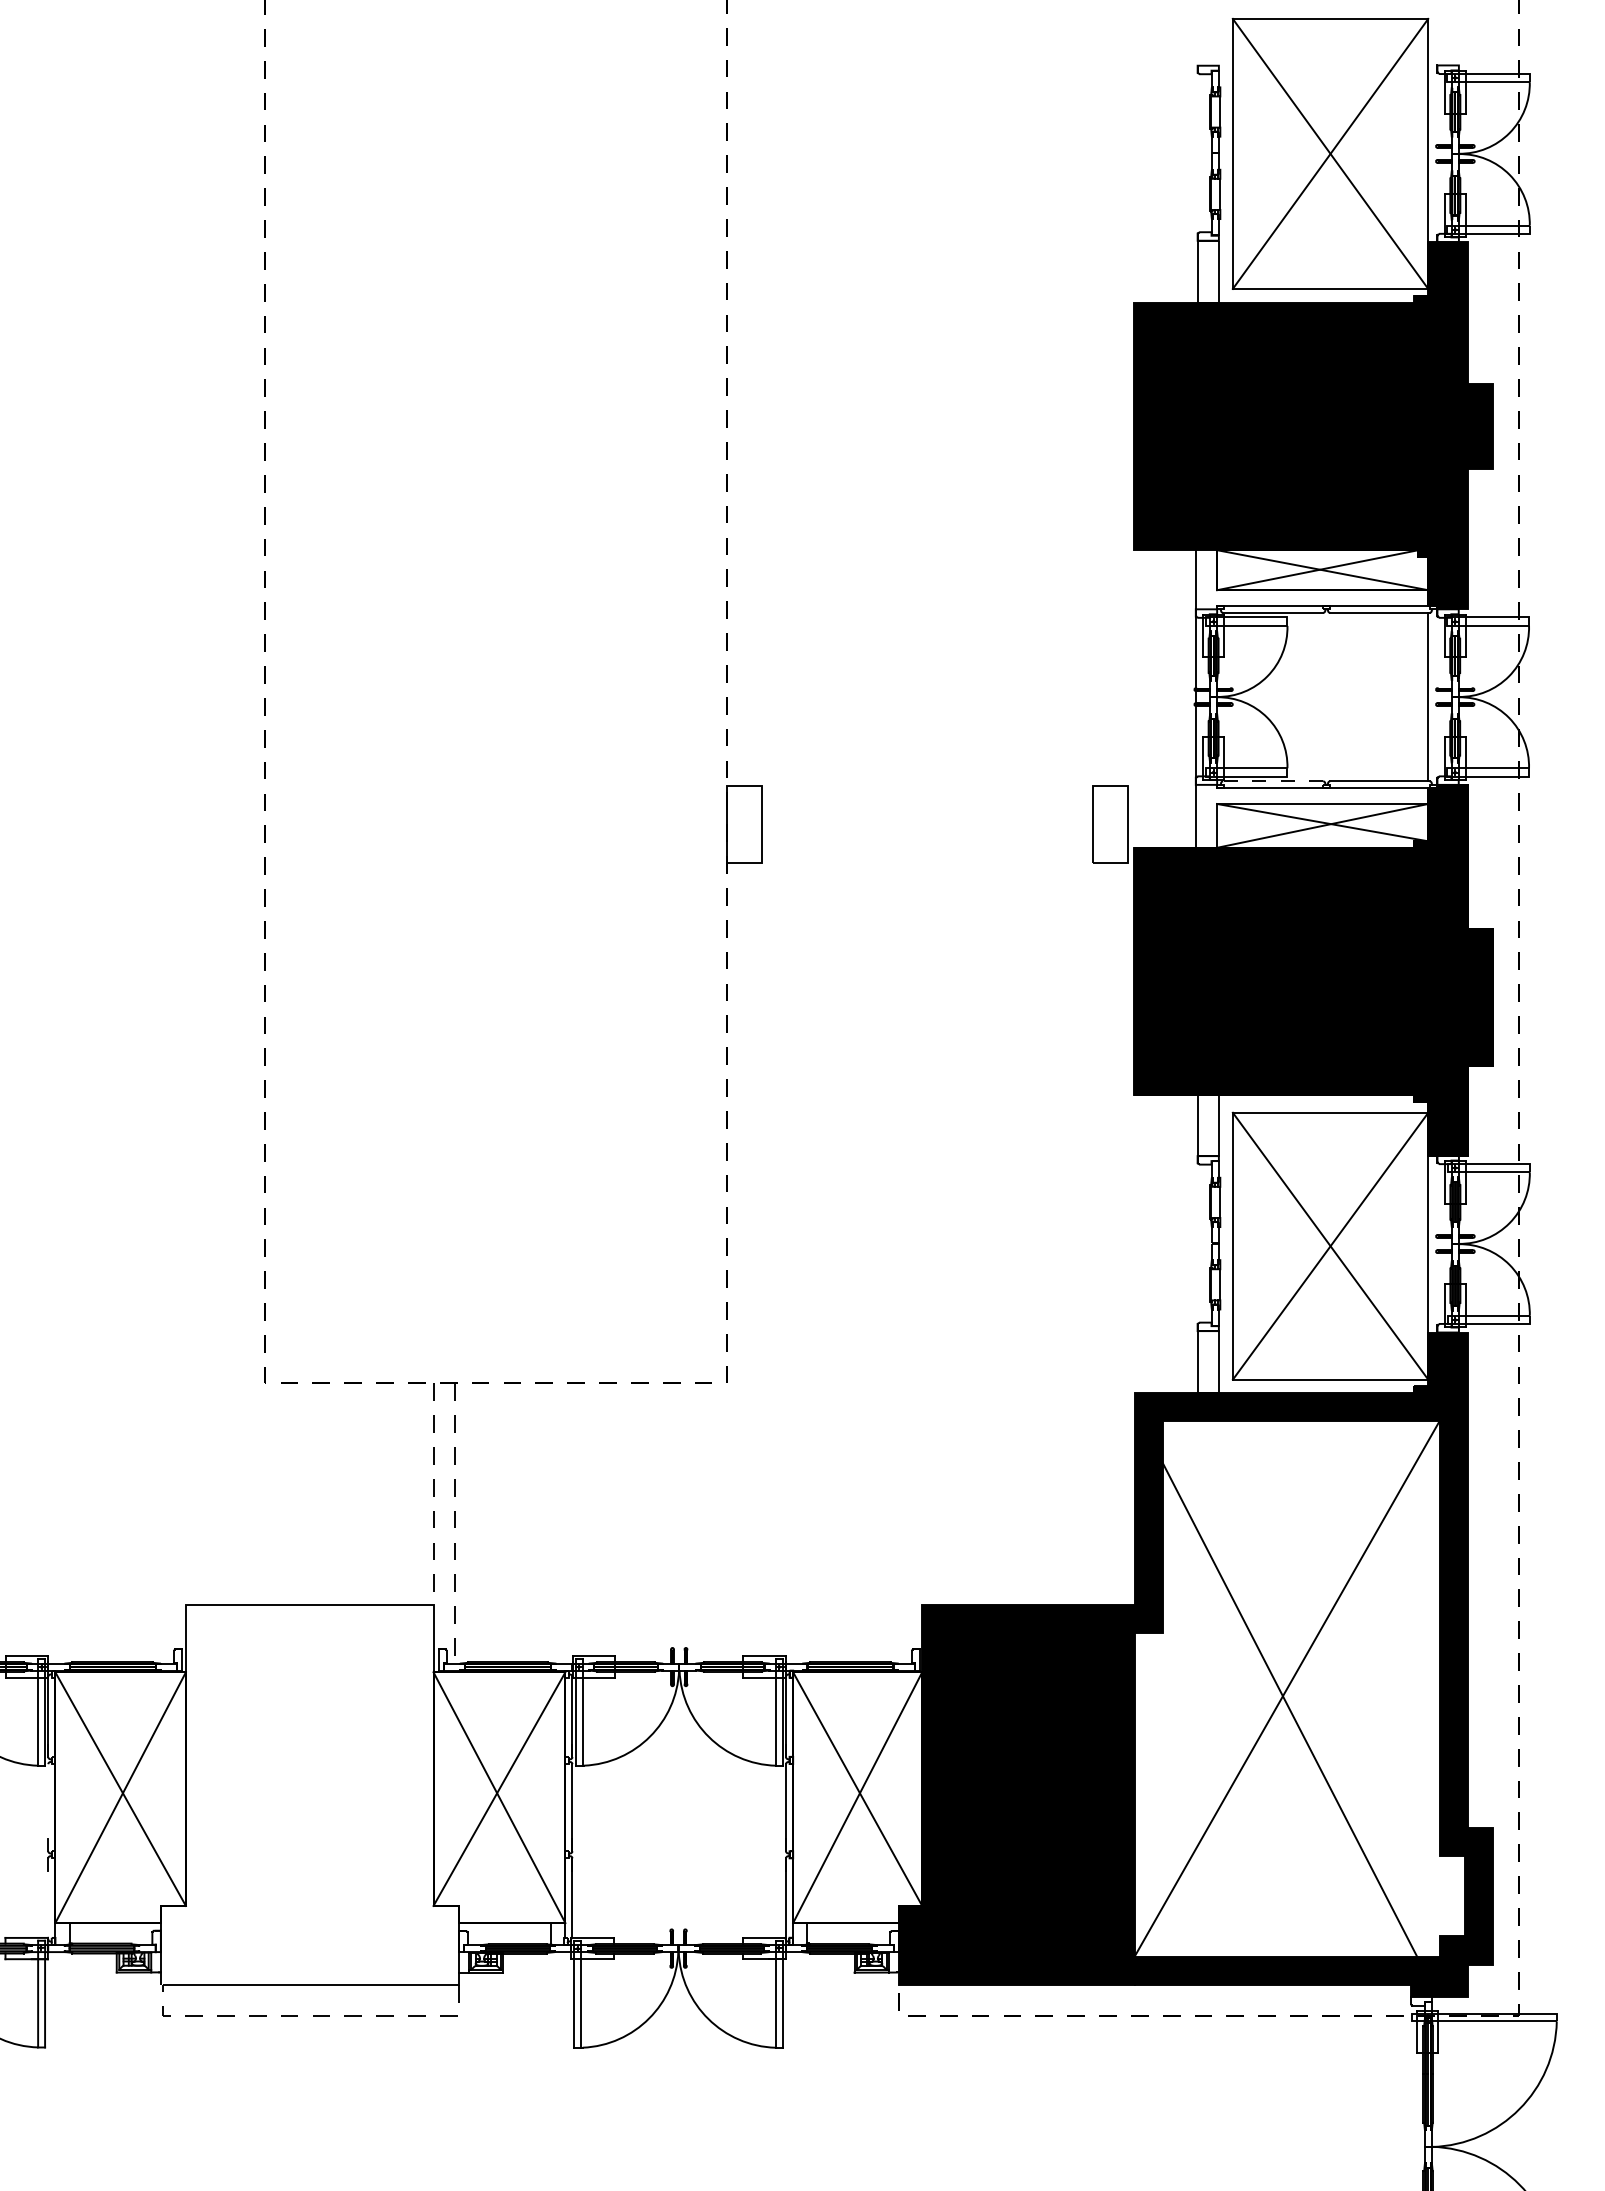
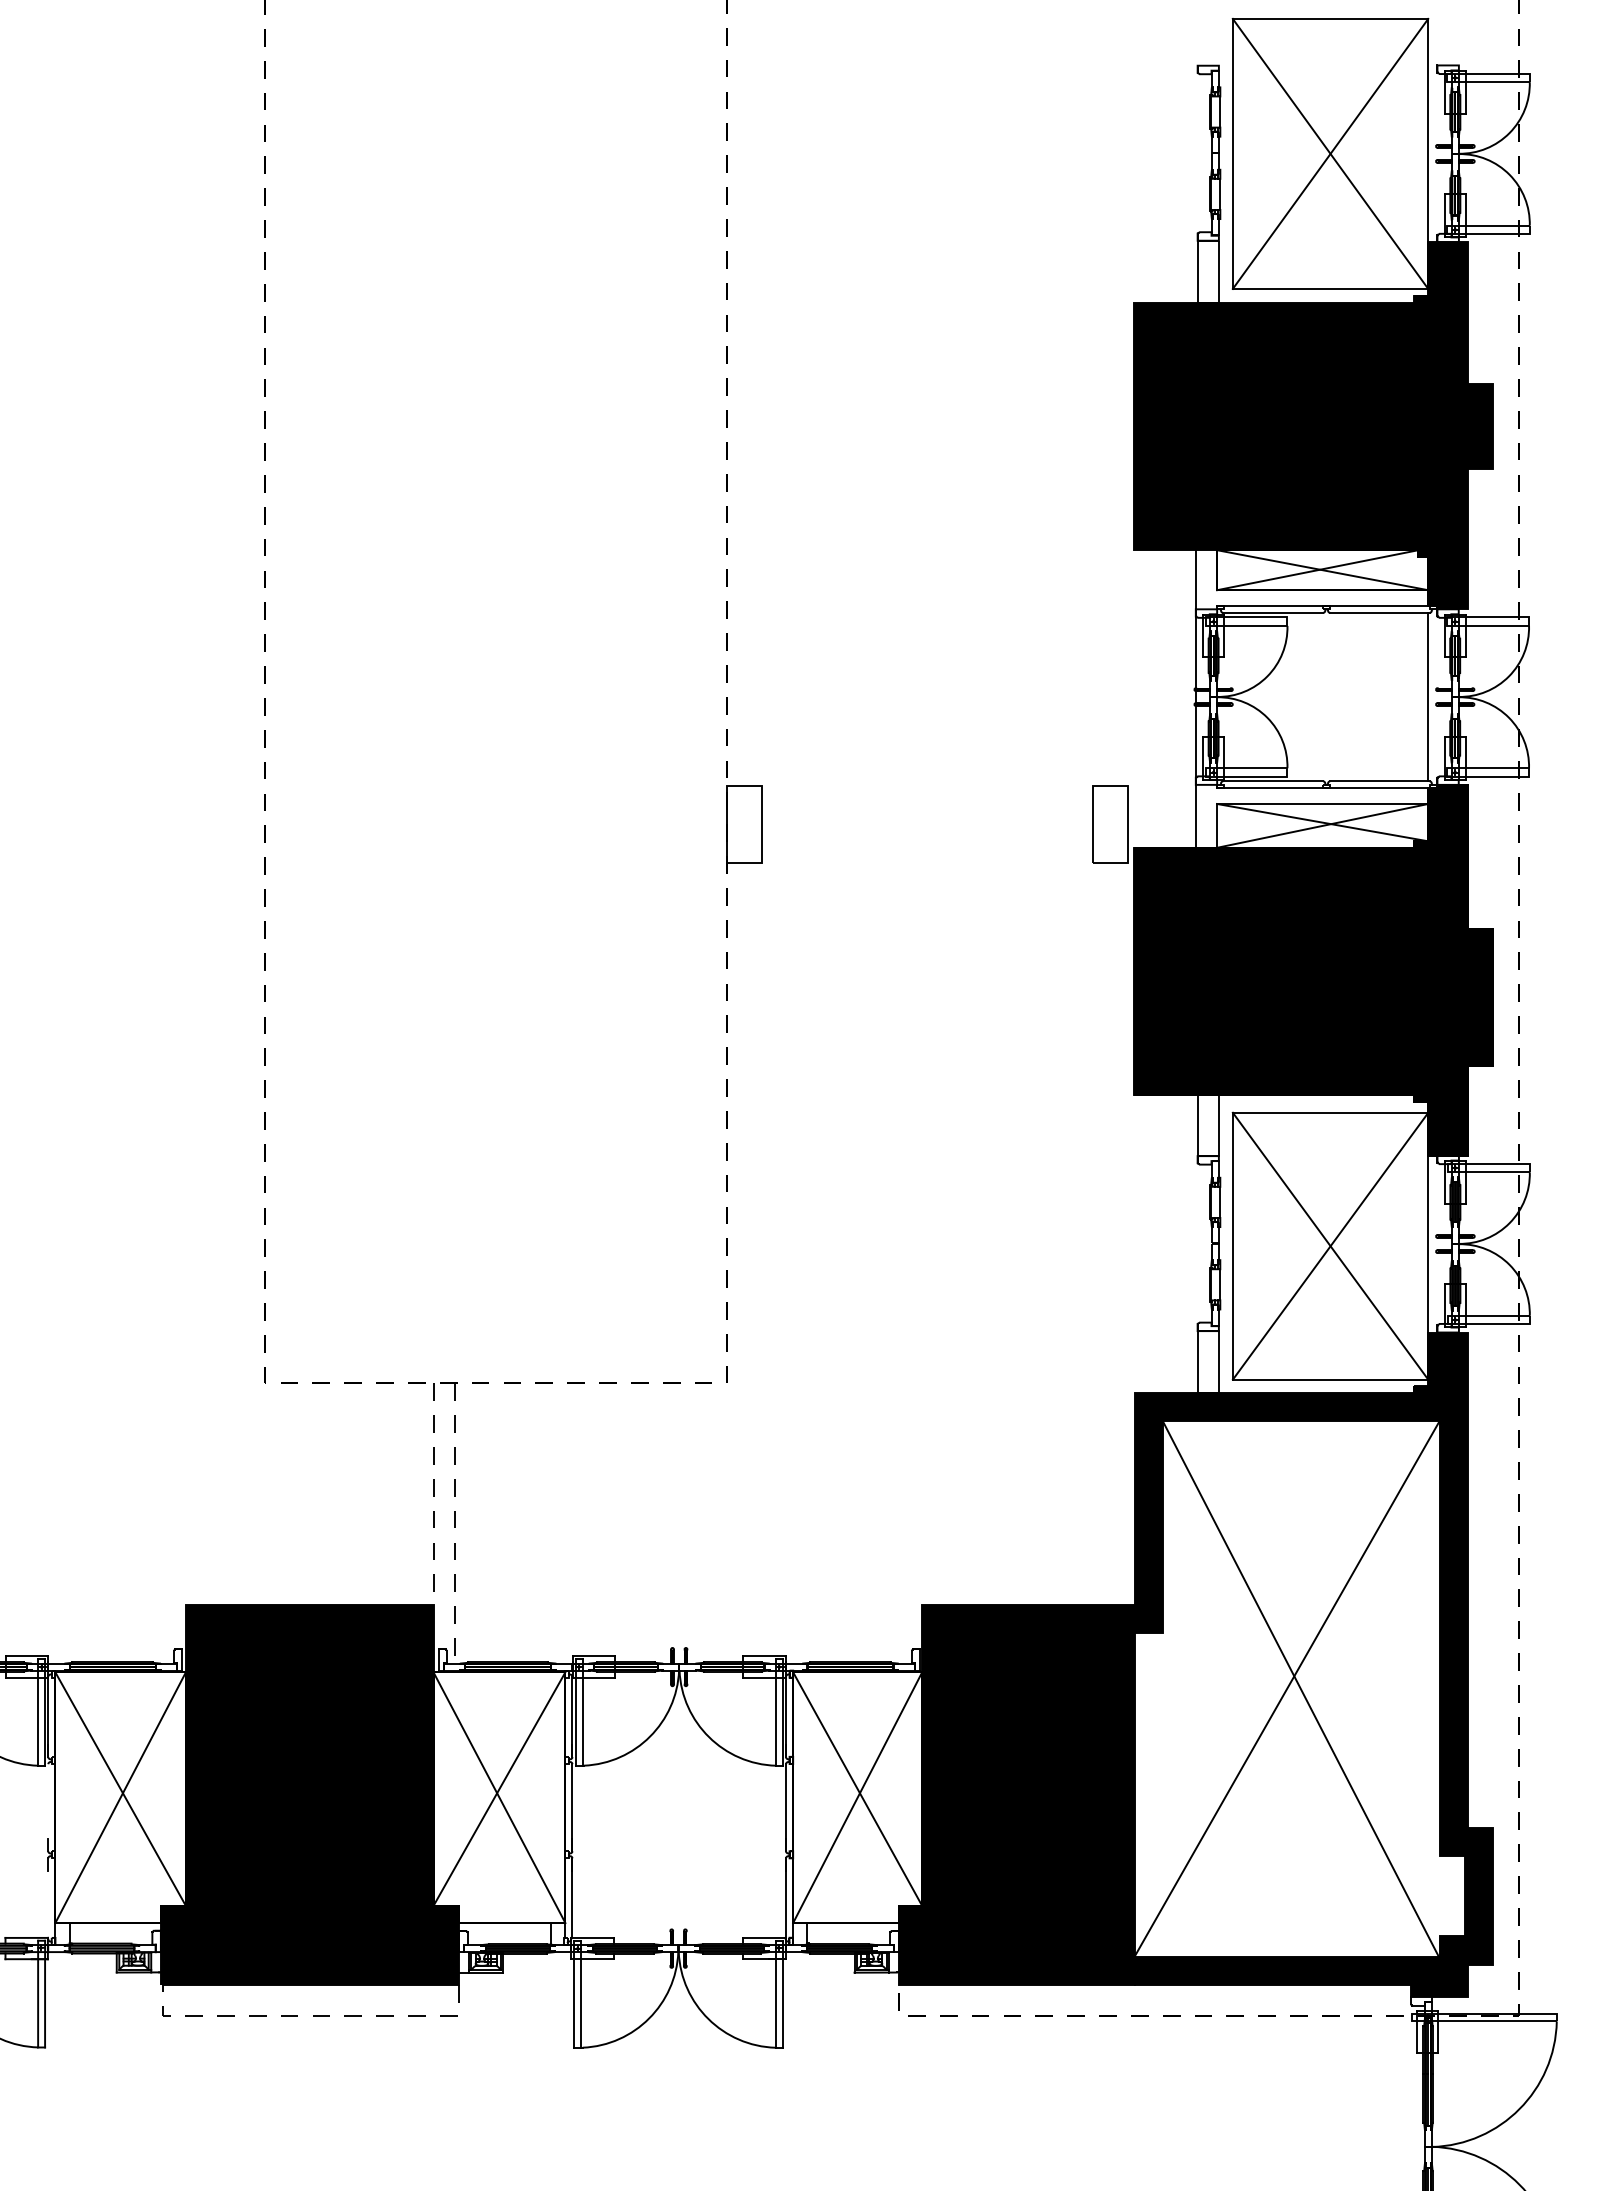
line at (1273, 781): dashed -> solid
line at (1283, 1697) position: (1283, 1697) -> (1300, 1688)
fill at (309, 1795): none -> present
